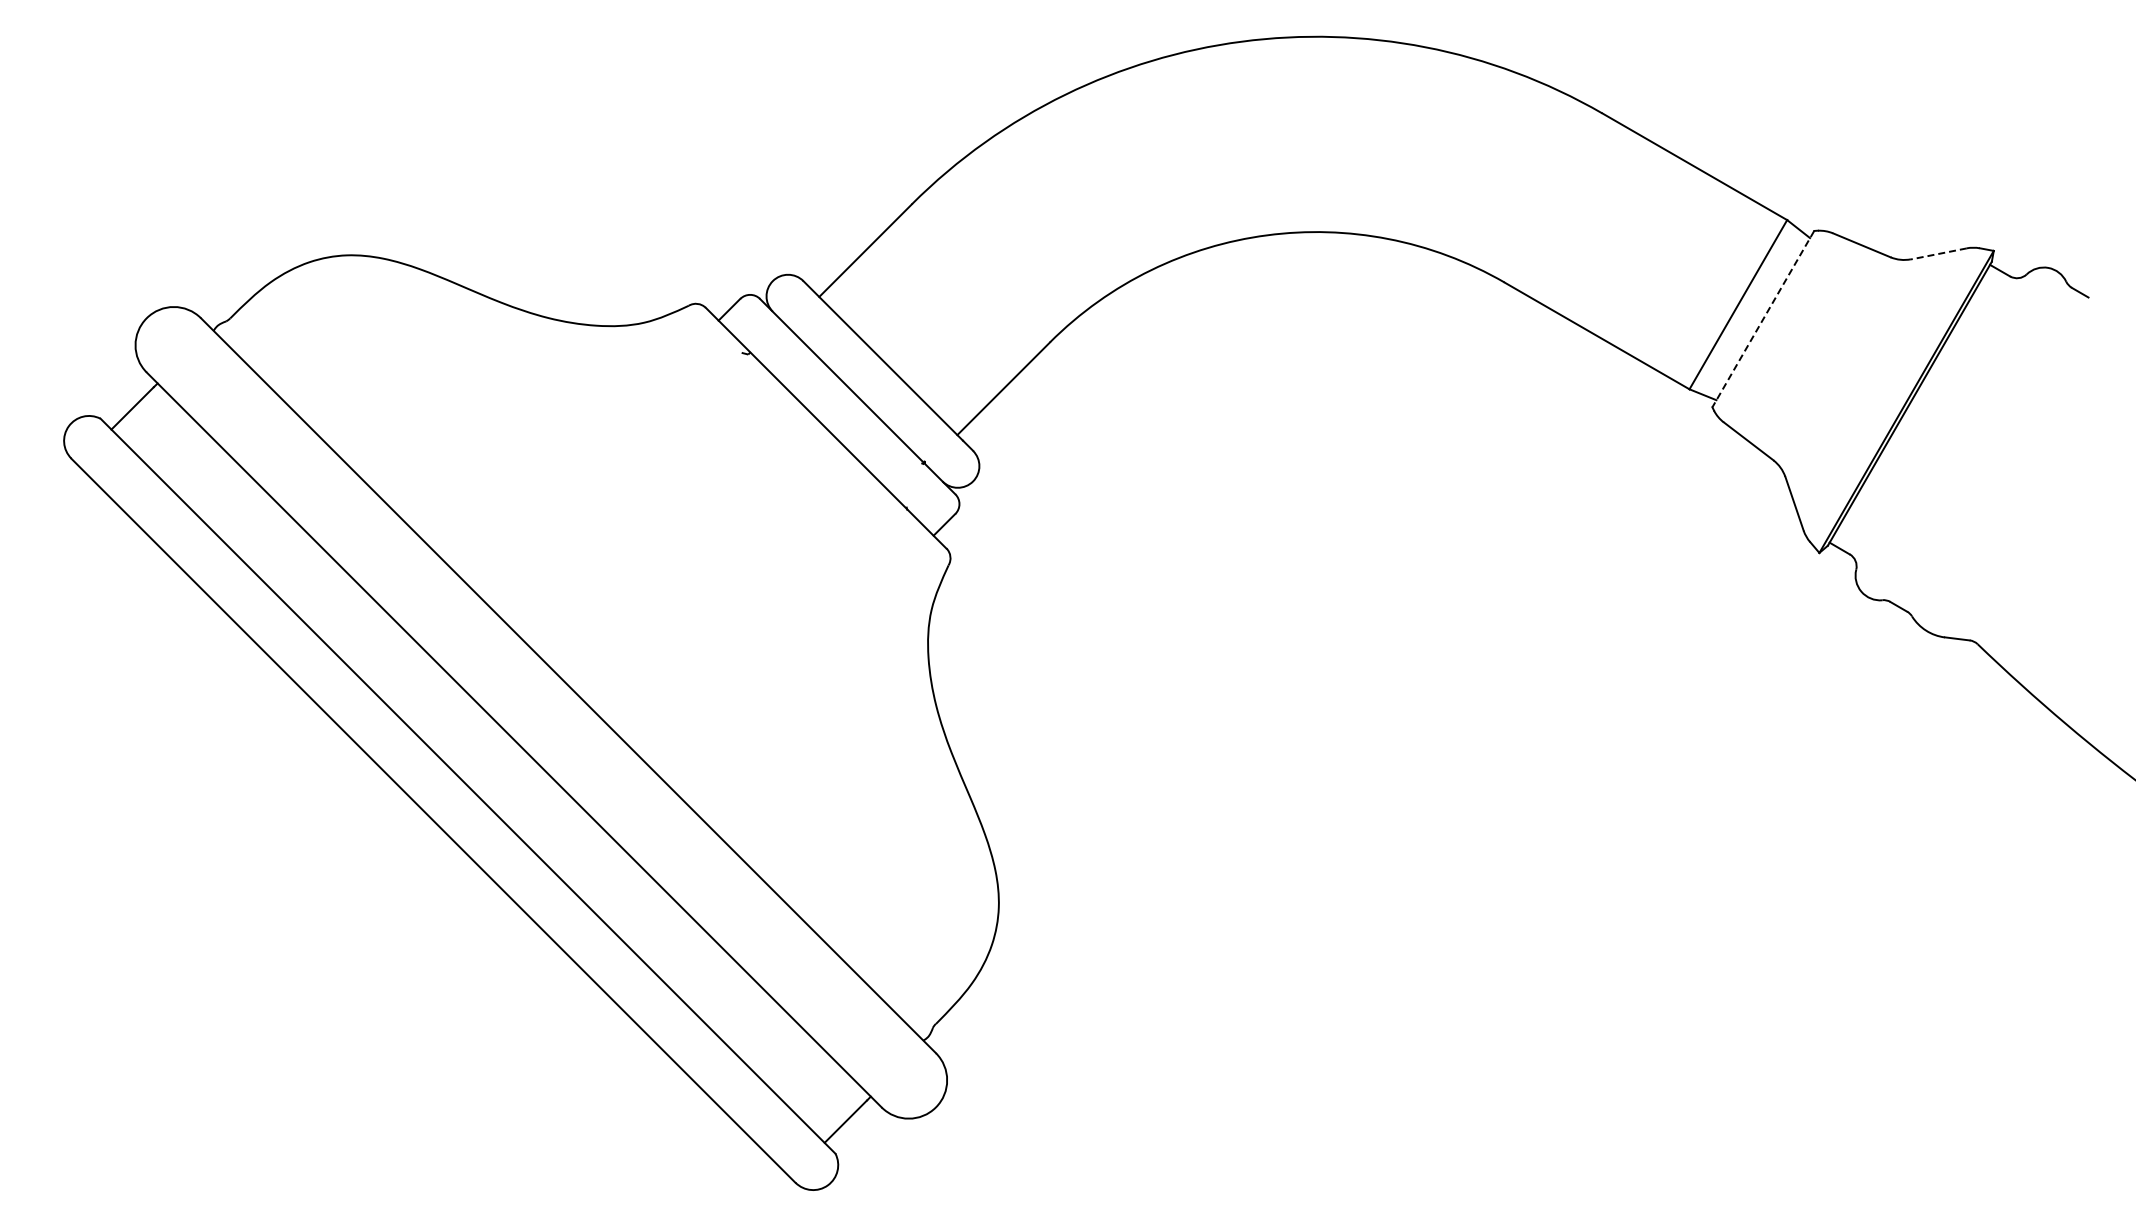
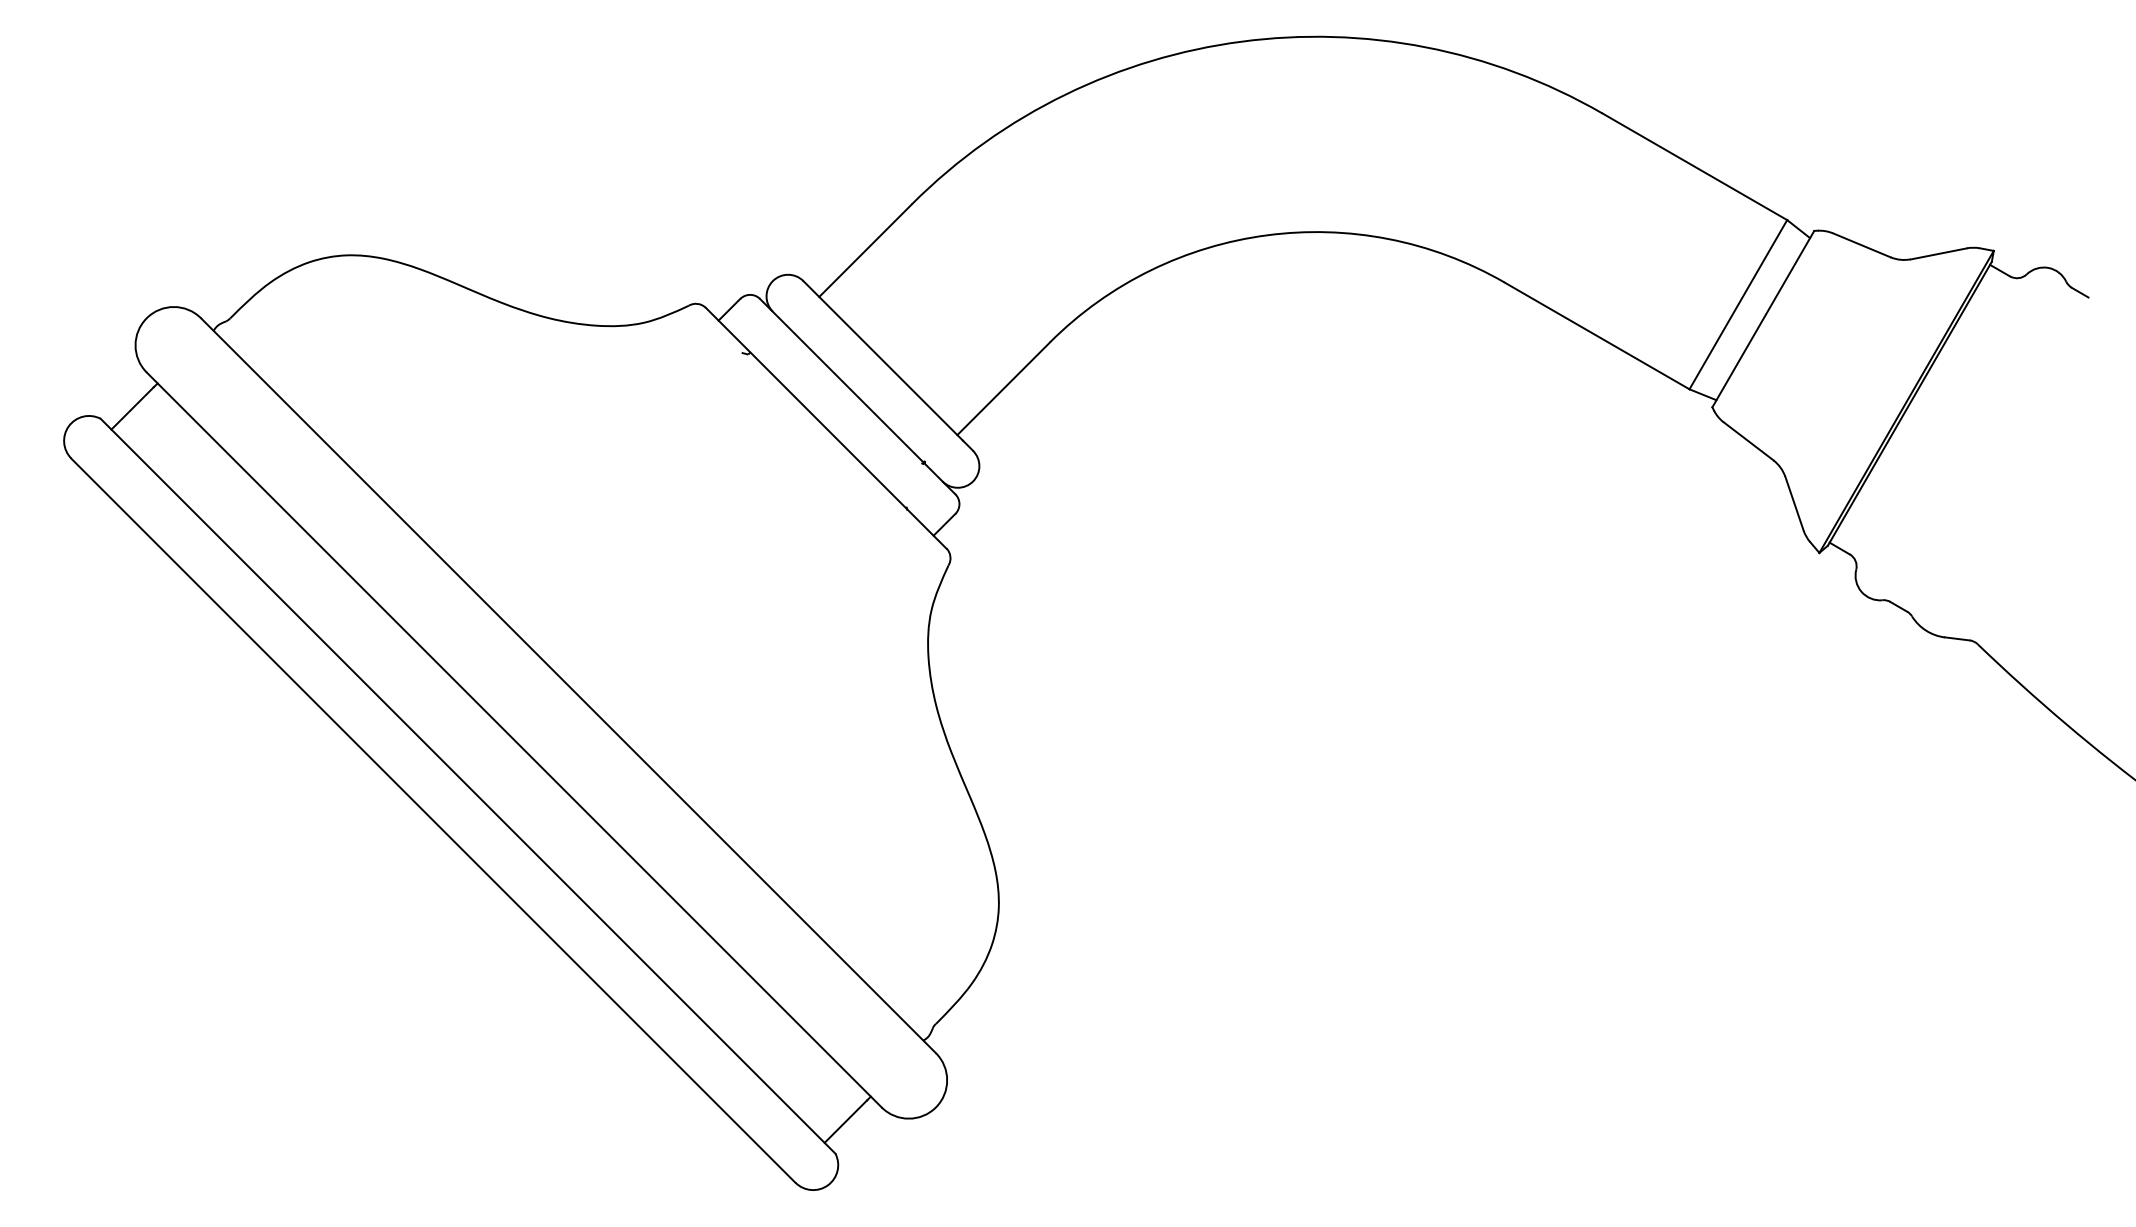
line at (1938, 254): dashed -> solid
line at (1763, 319): dashed -> solid
